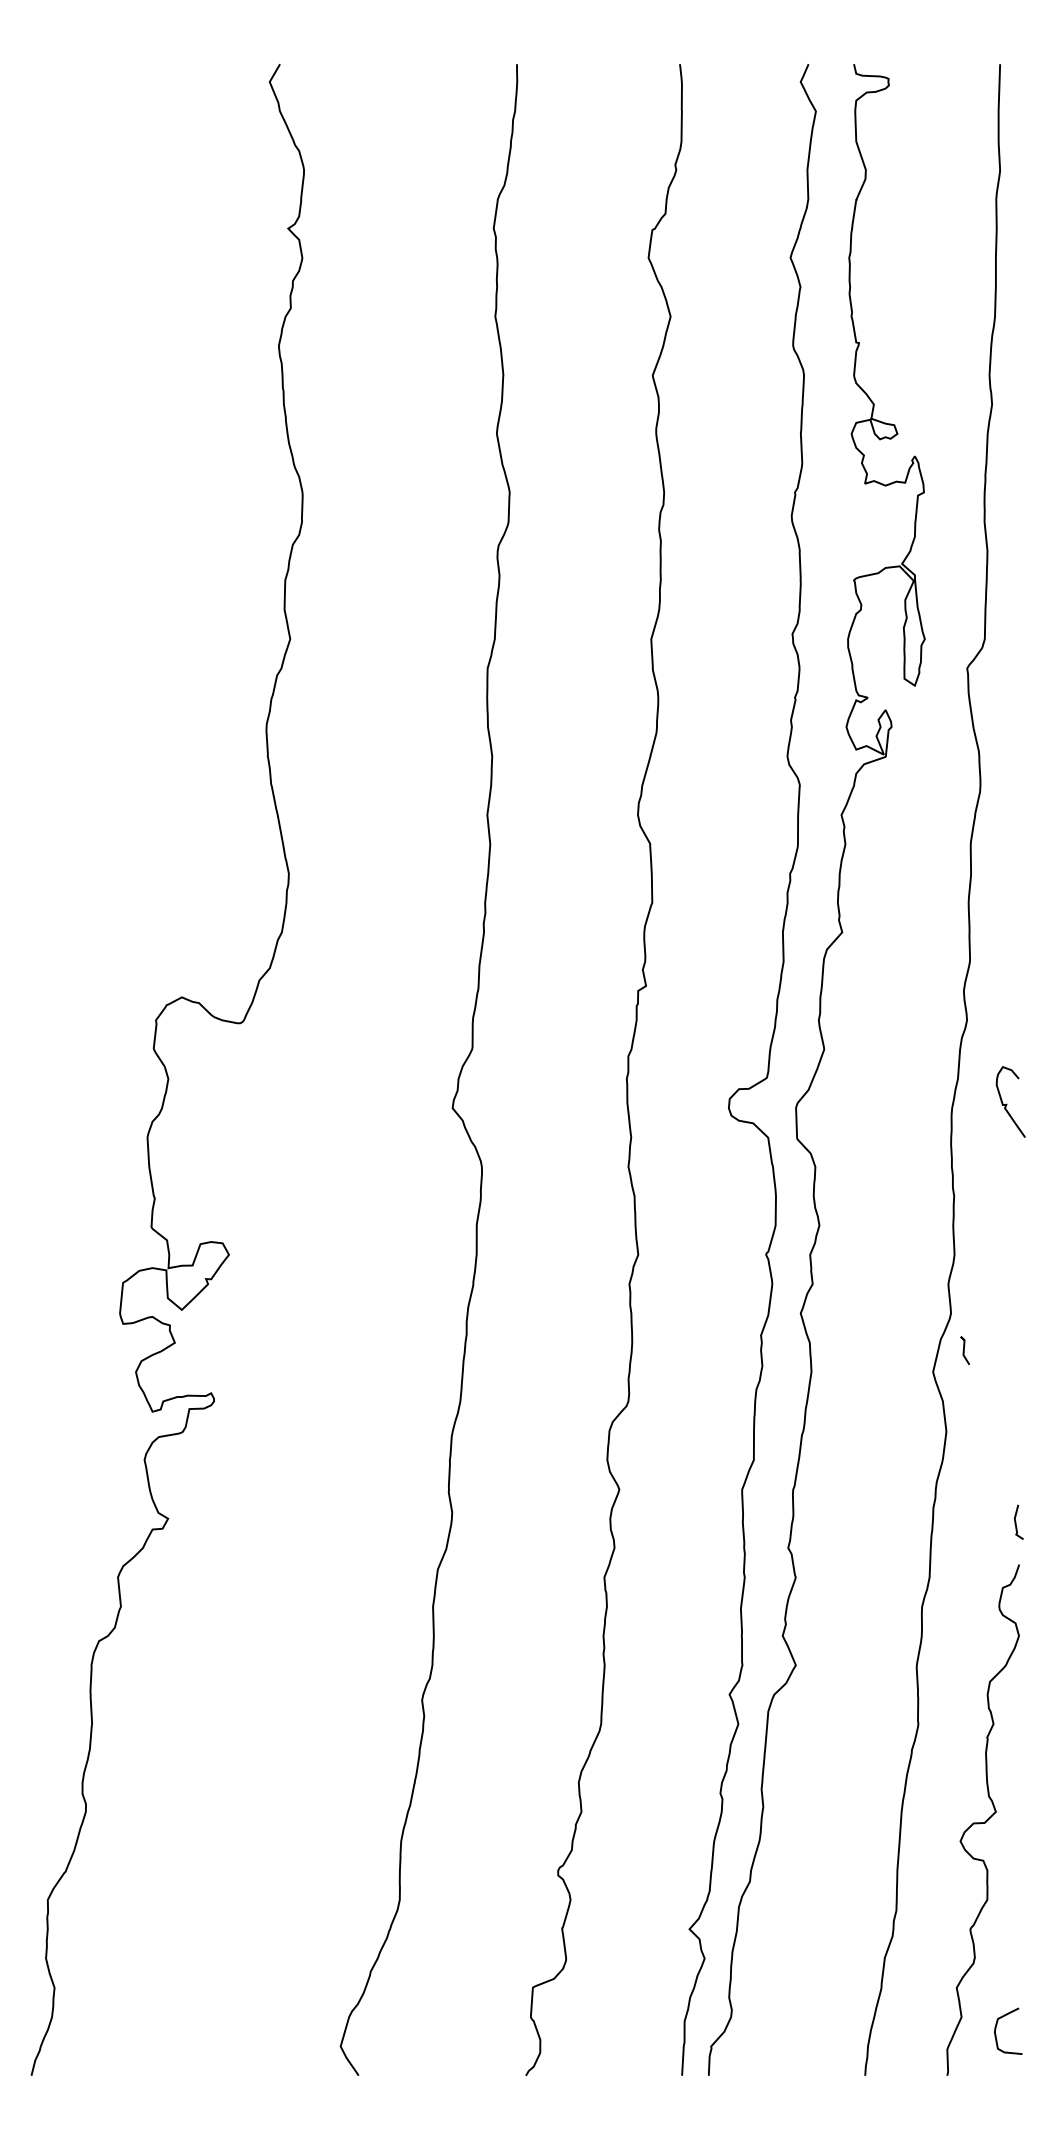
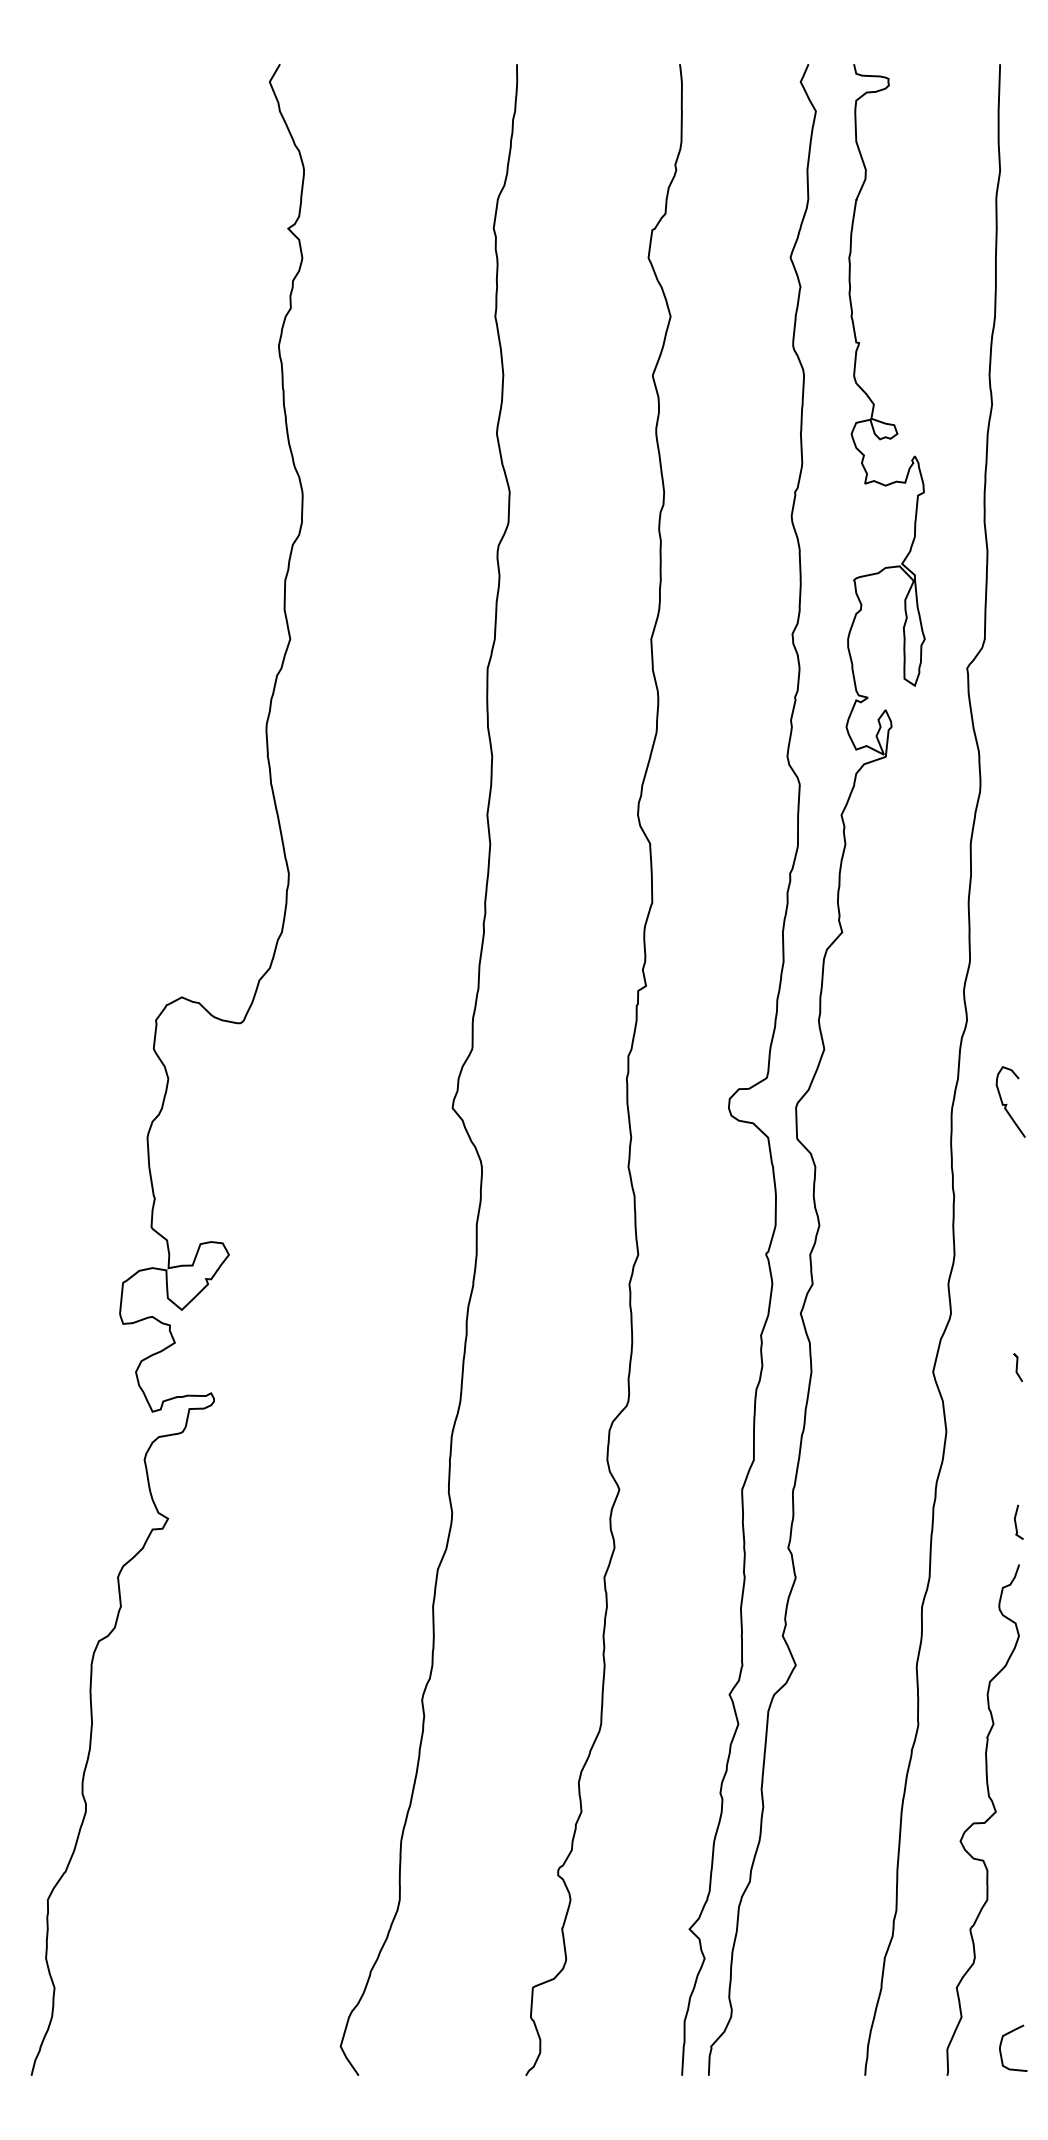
line at (964, 1350) position: (964, 1350) -> (1017, 1367)
curve at (996, 2029) position: (996, 2029) -> (1001, 2046)
